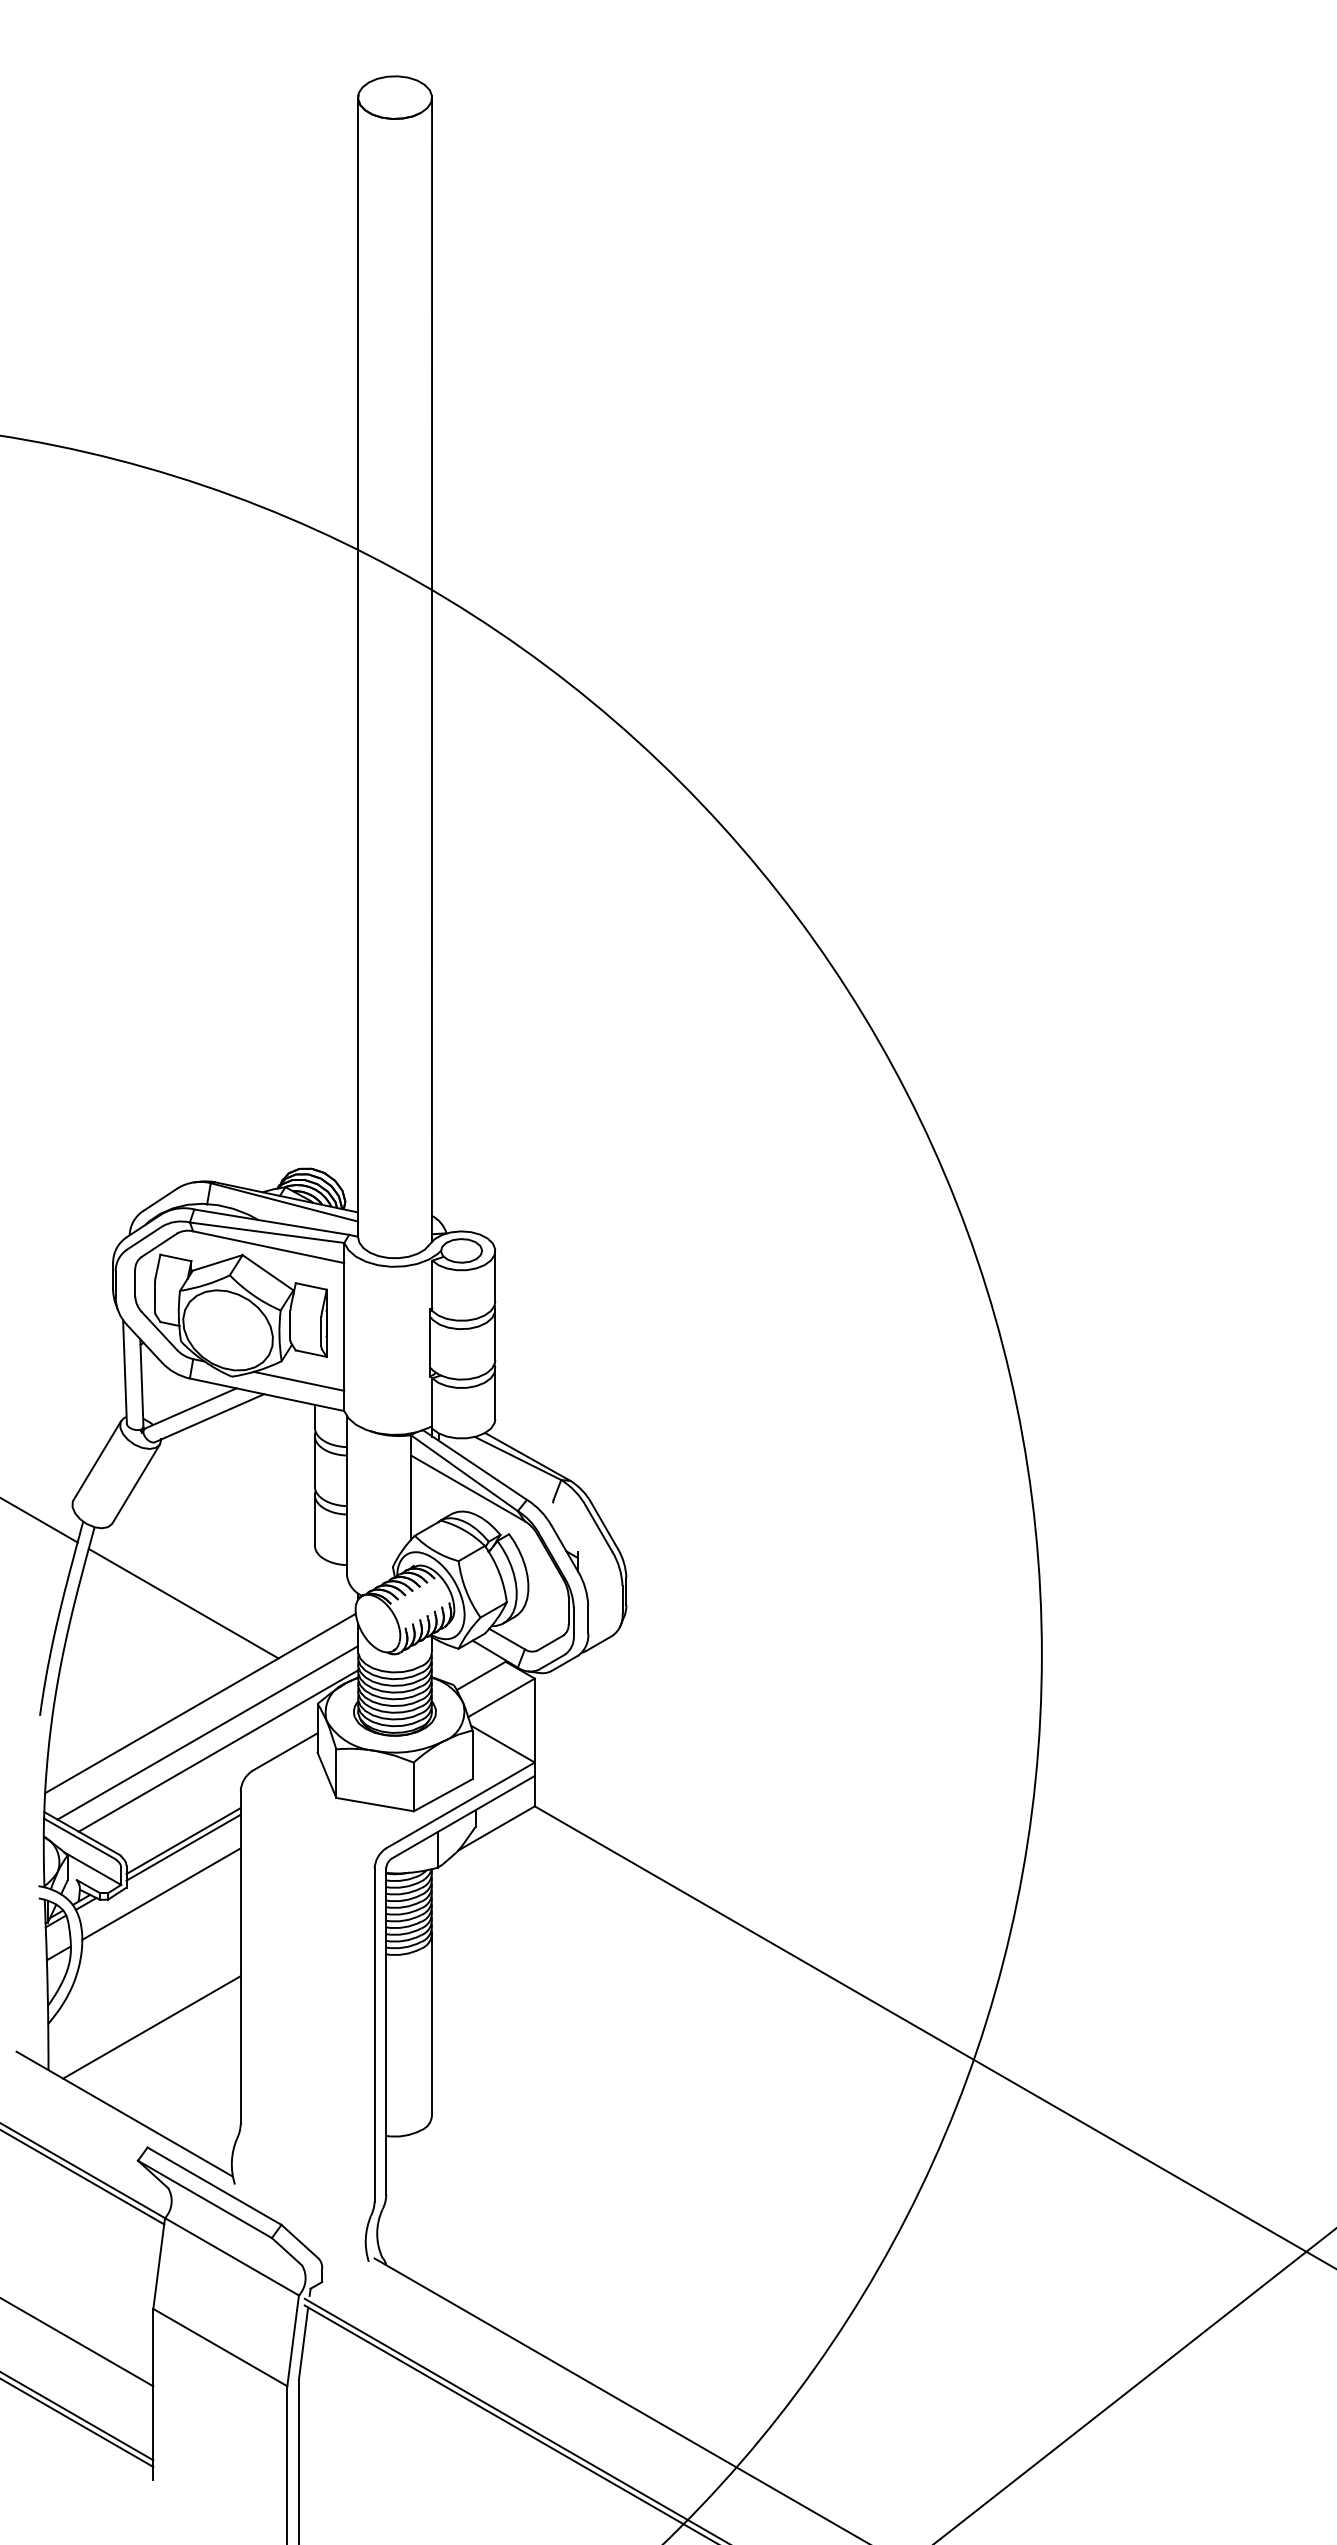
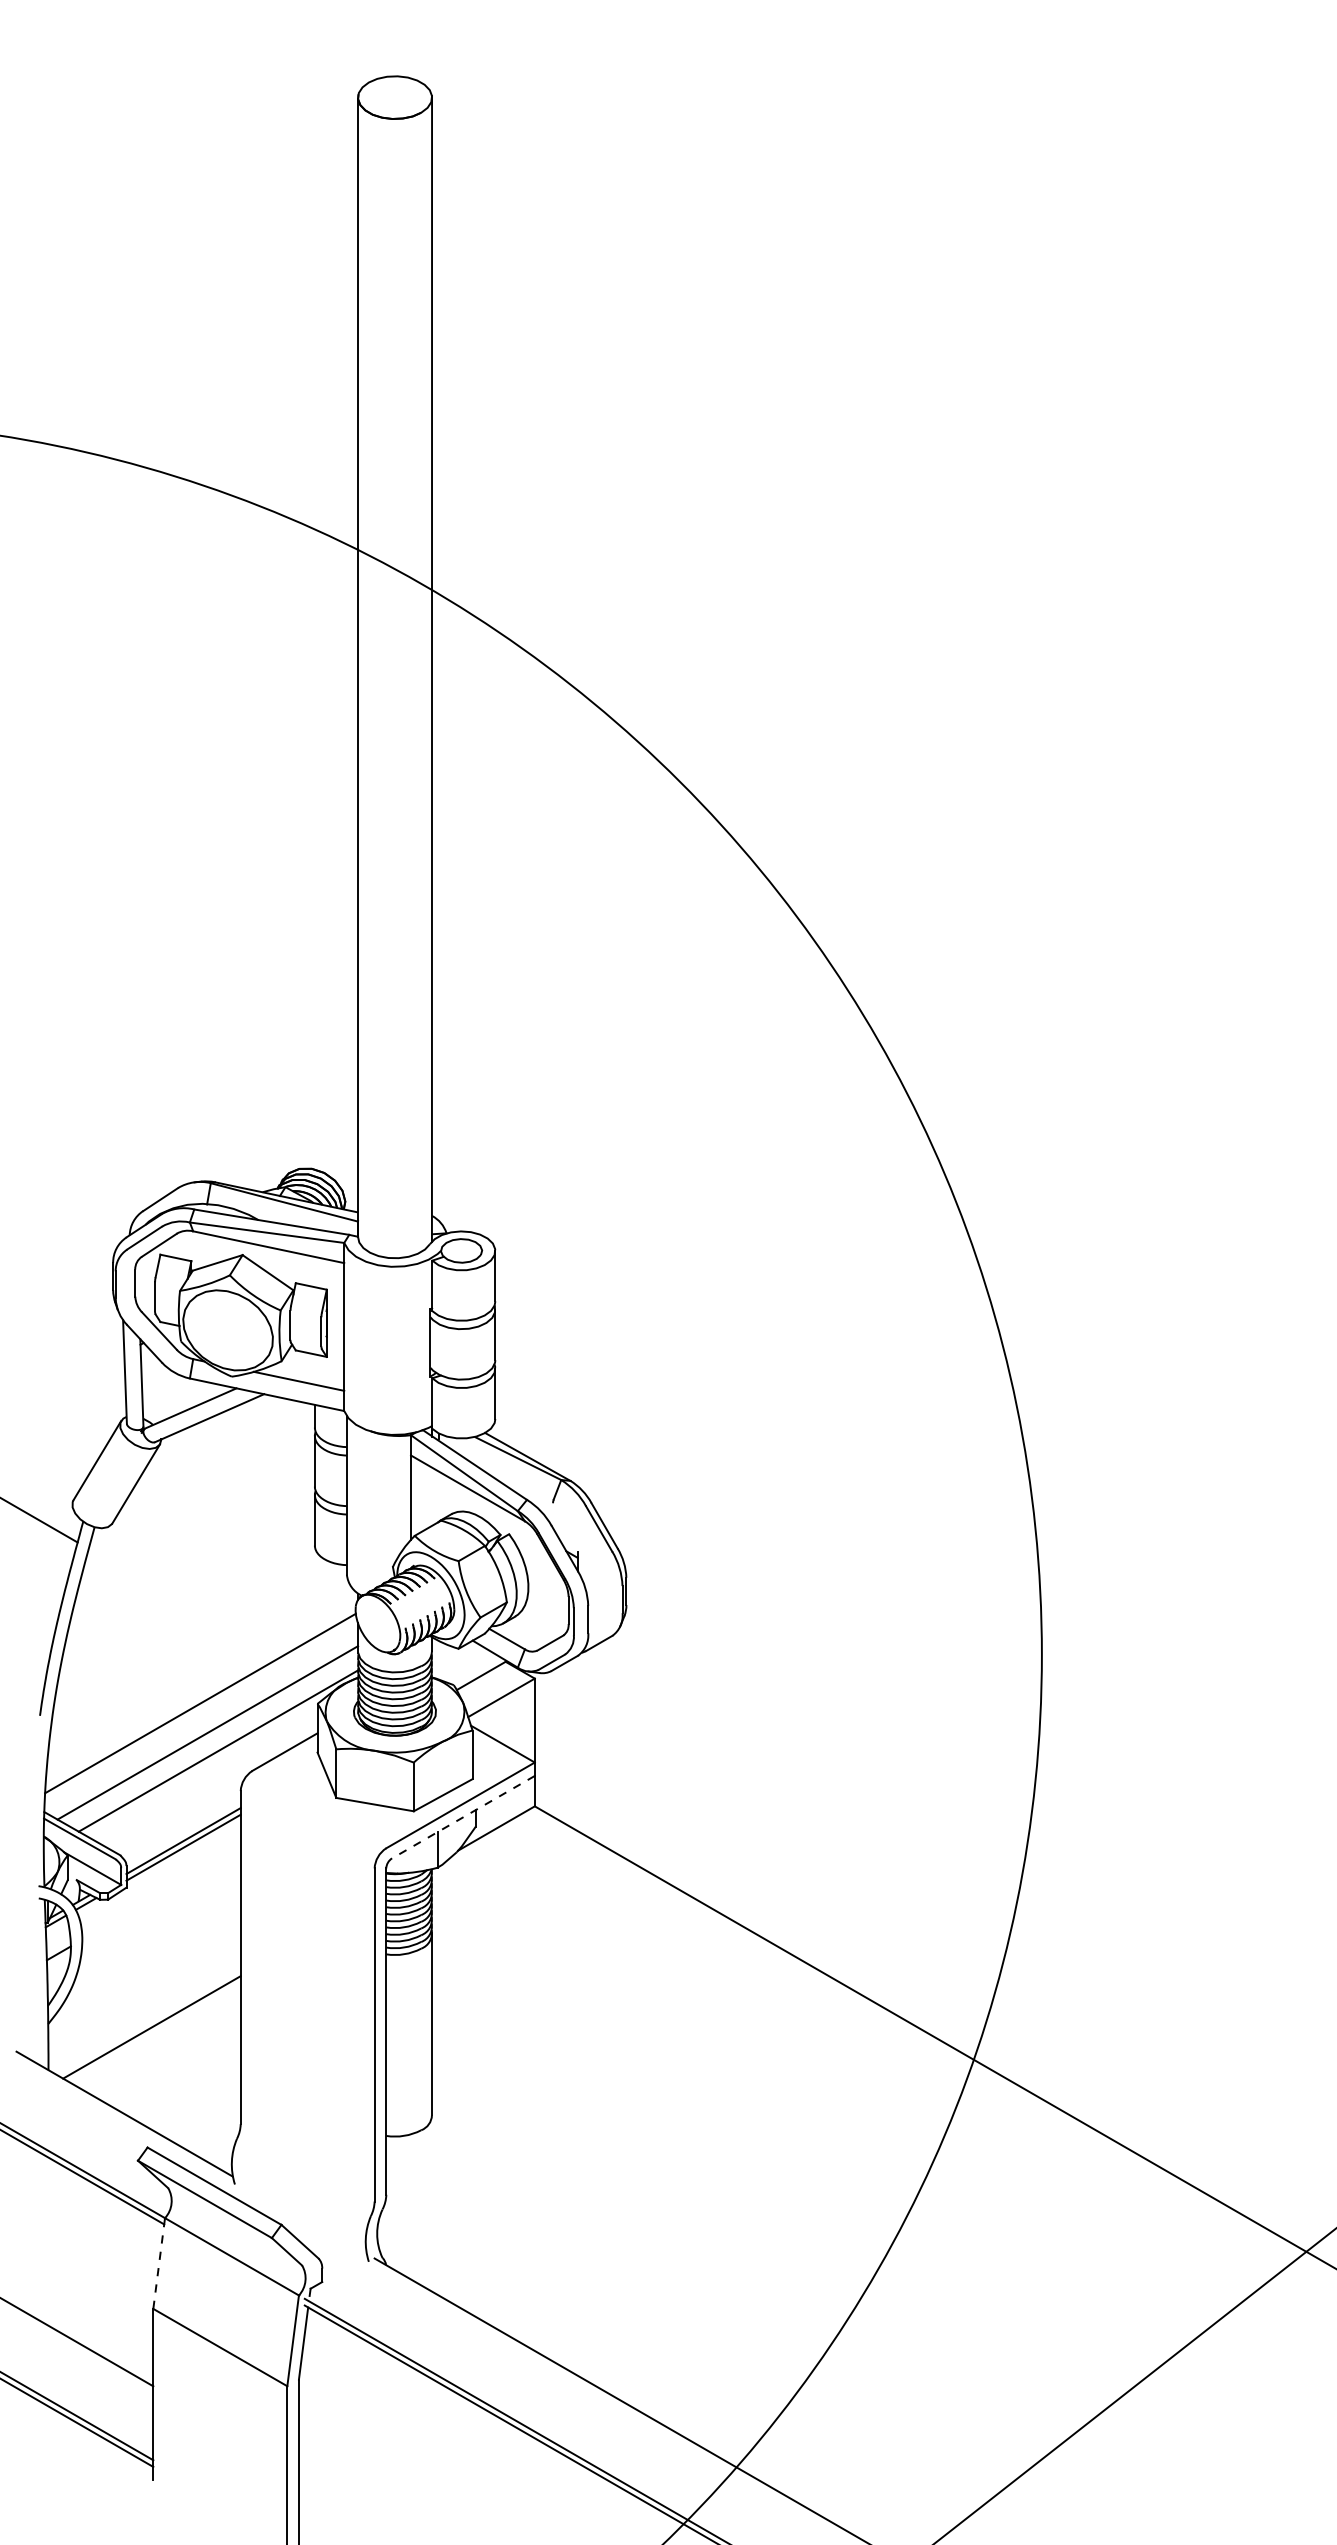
line at (183, 1603): present -> none
line at (463, 1817): solid -> dashed
line at (161, 1893): present -> none
line at (159, 2263): solid -> dashed
